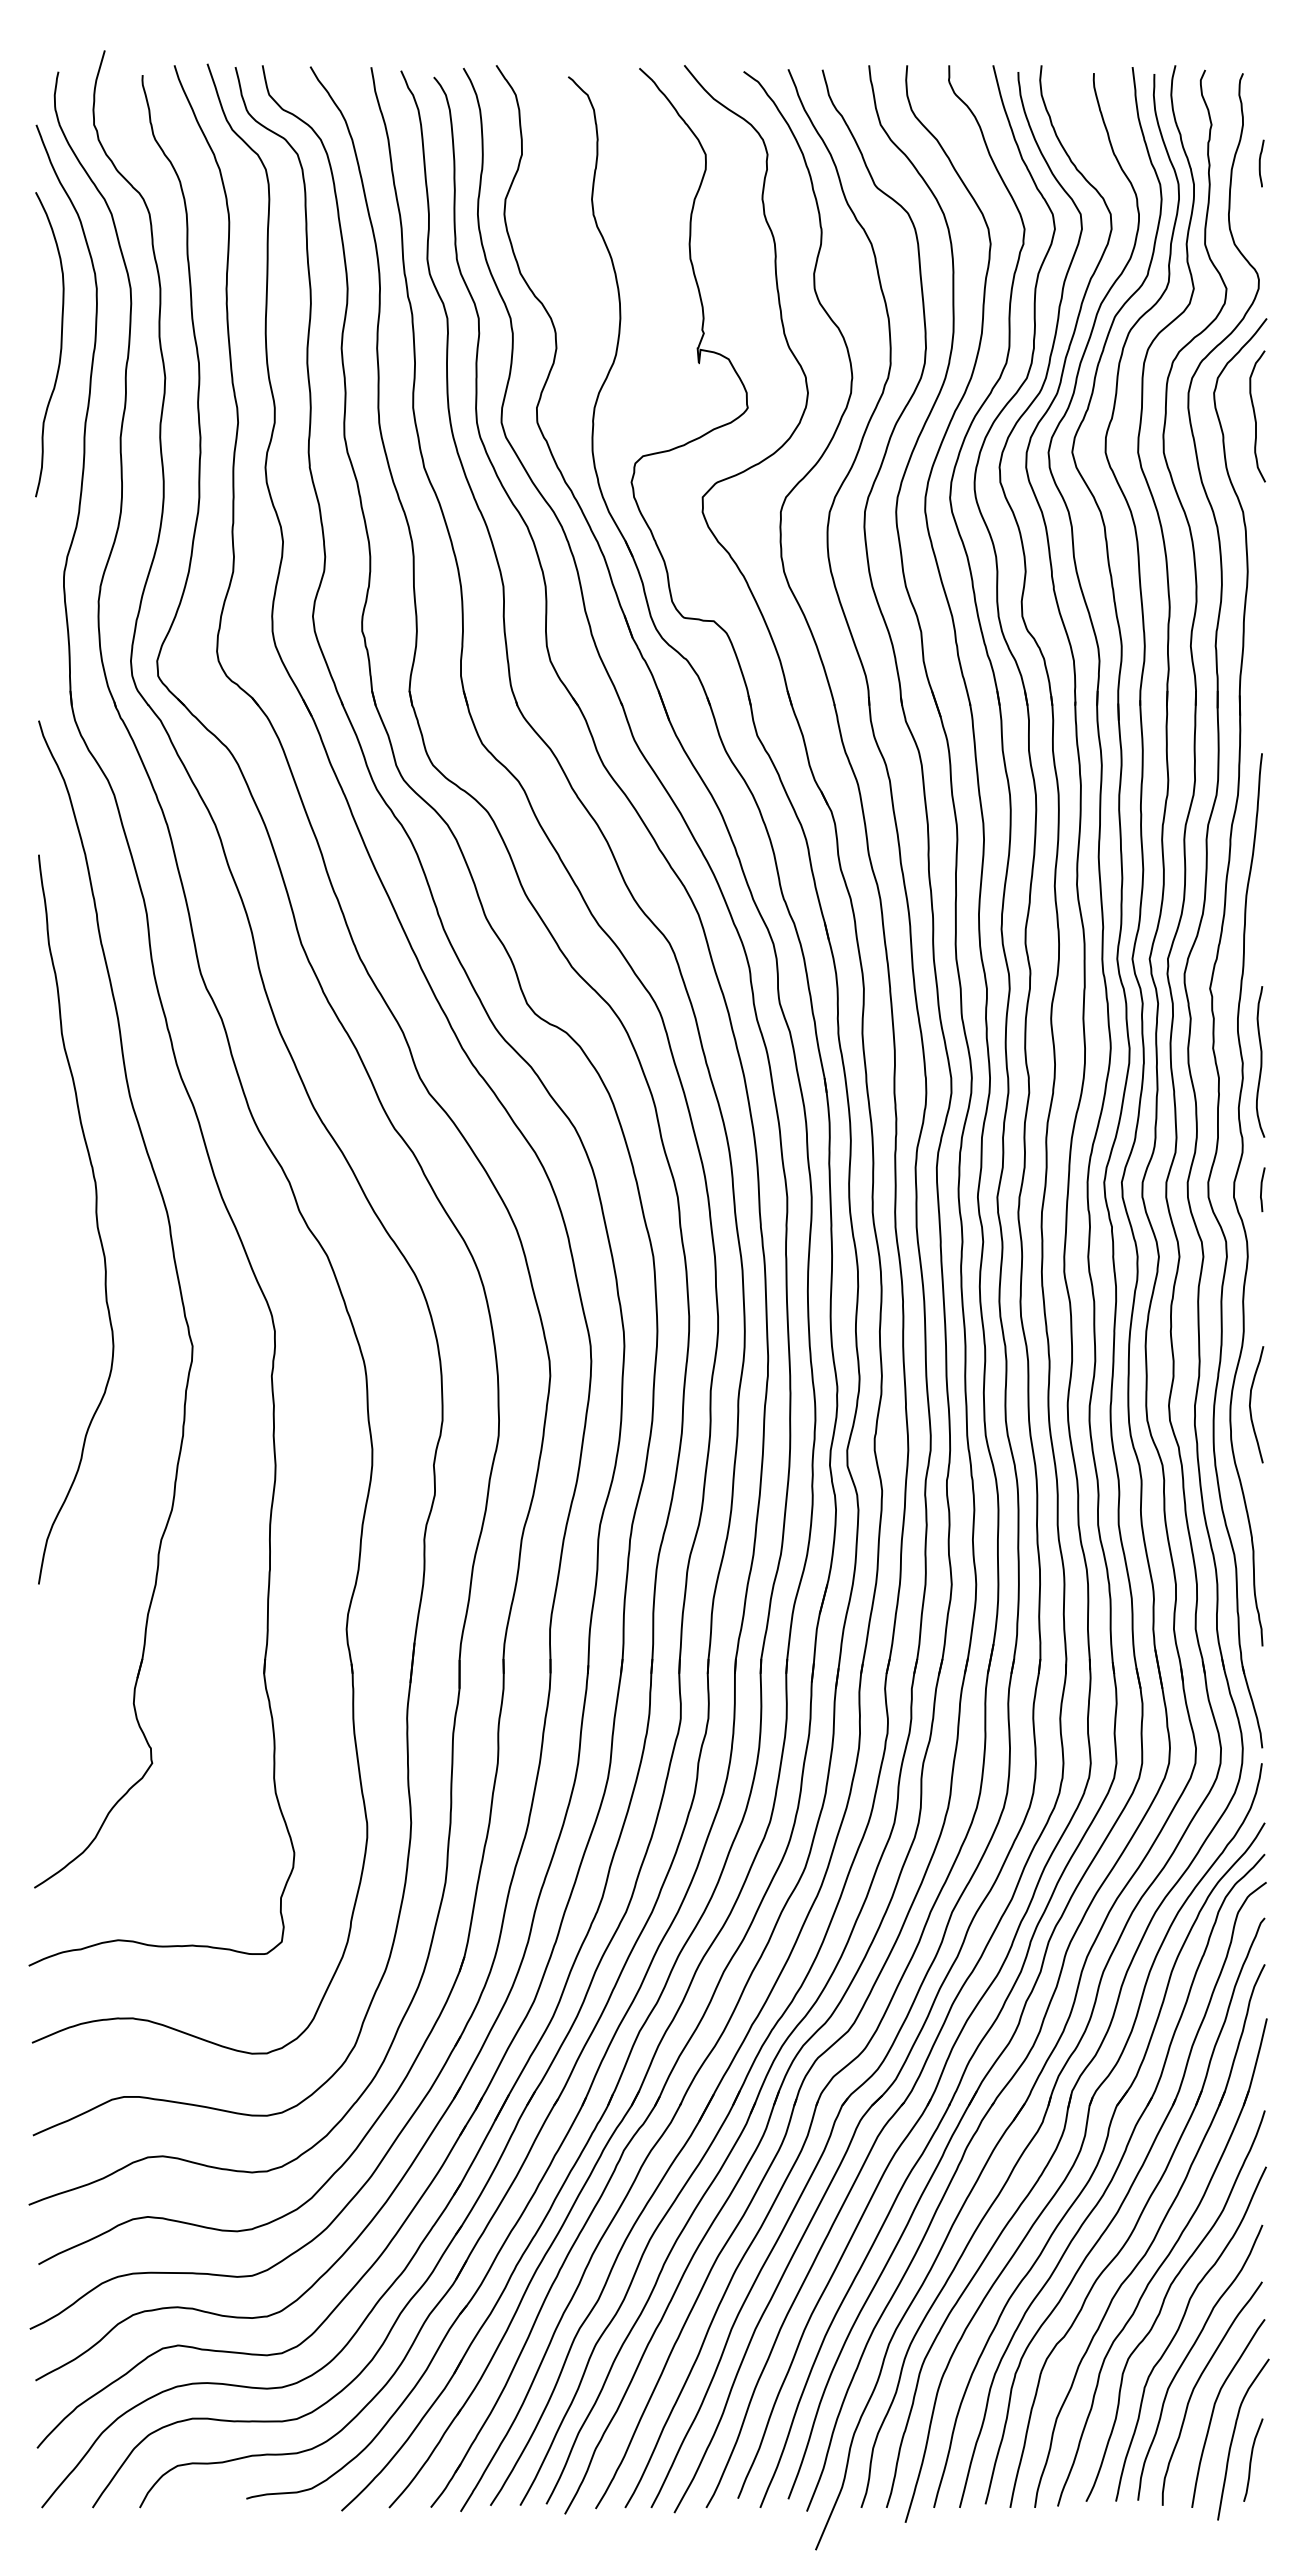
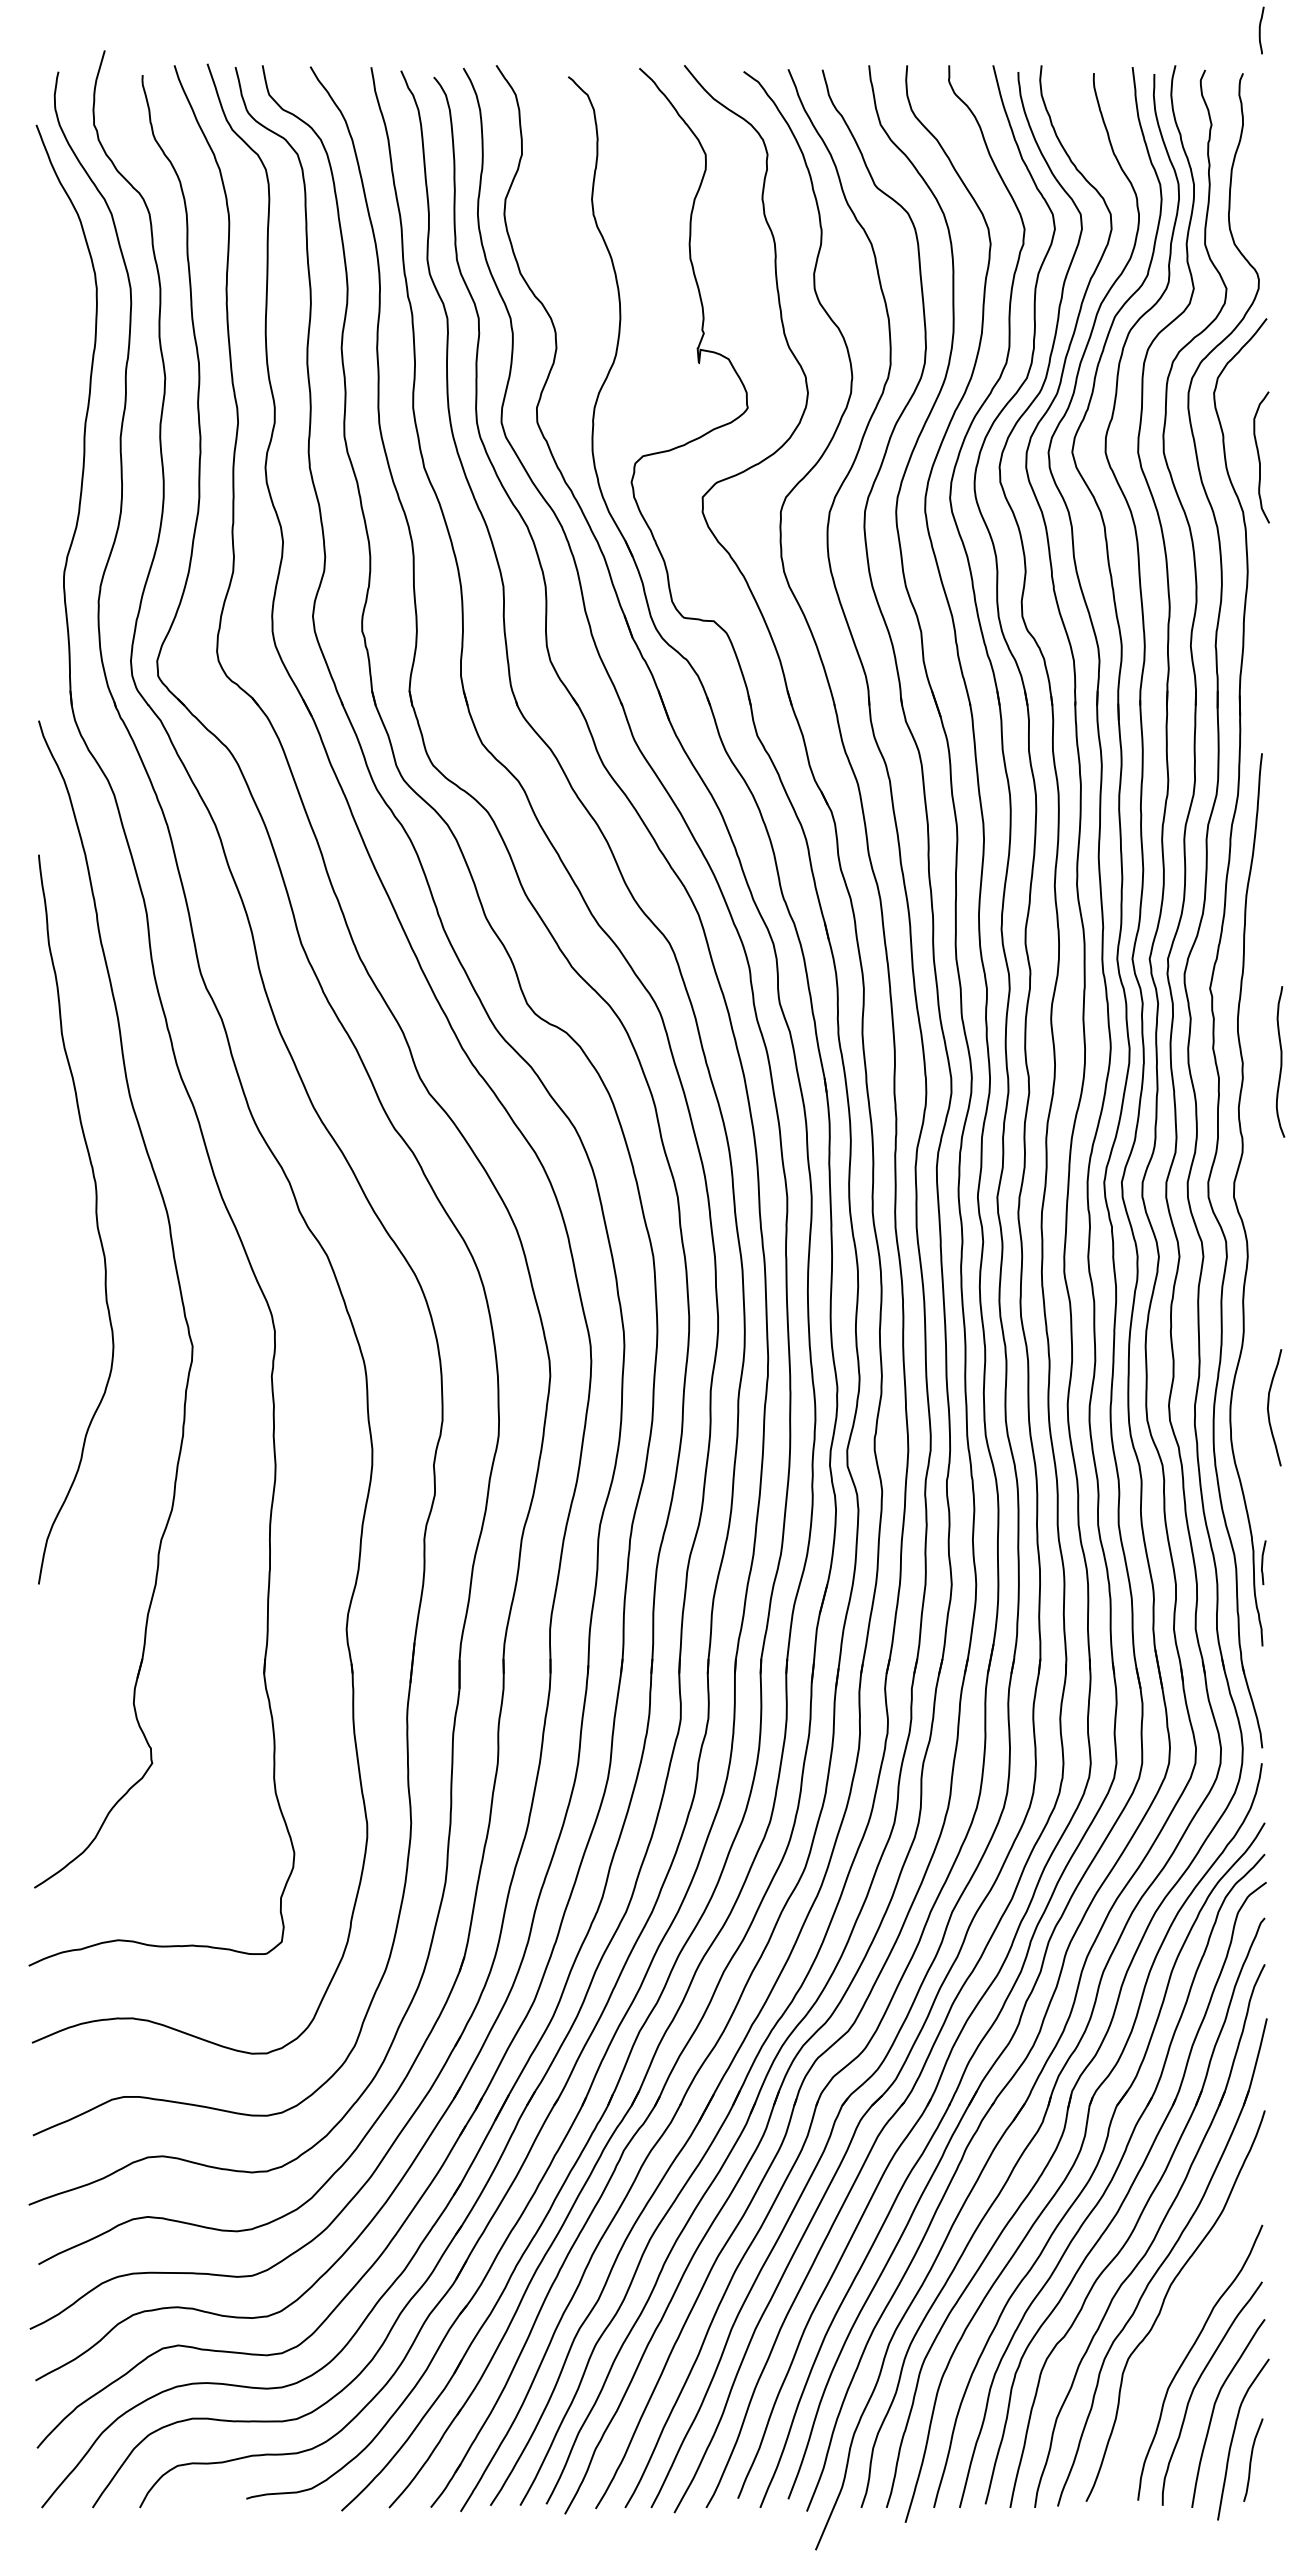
curve at (1260, 163) position: (1260, 163) -> (1260, 30)
curve at (60, 344): present -> none
curve at (1255, 416) position: (1255, 416) -> (1259, 457)
curve at (1260, 1061) position: (1260, 1061) -> (1280, 1061)
line at (1262, 1189) position: (1262, 1189) -> (1263, 1562)
curve at (1251, 1401) position: (1251, 1401) -> (1269, 1404)
curve at (1180, 2327): present -> none
